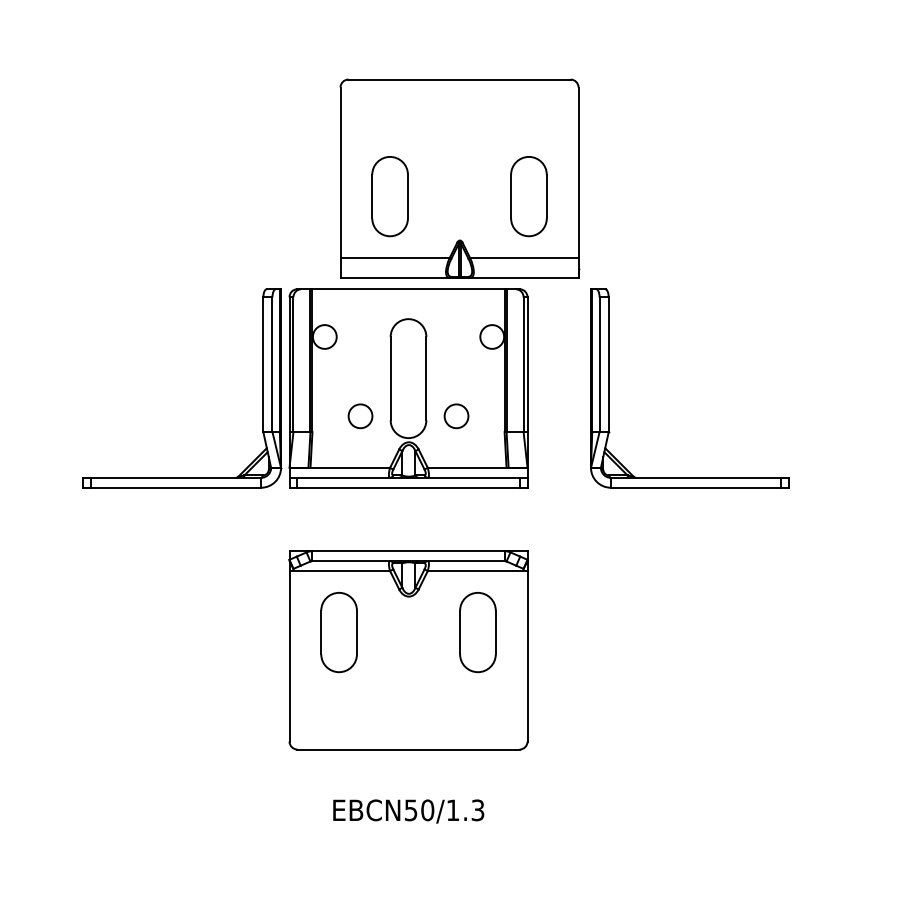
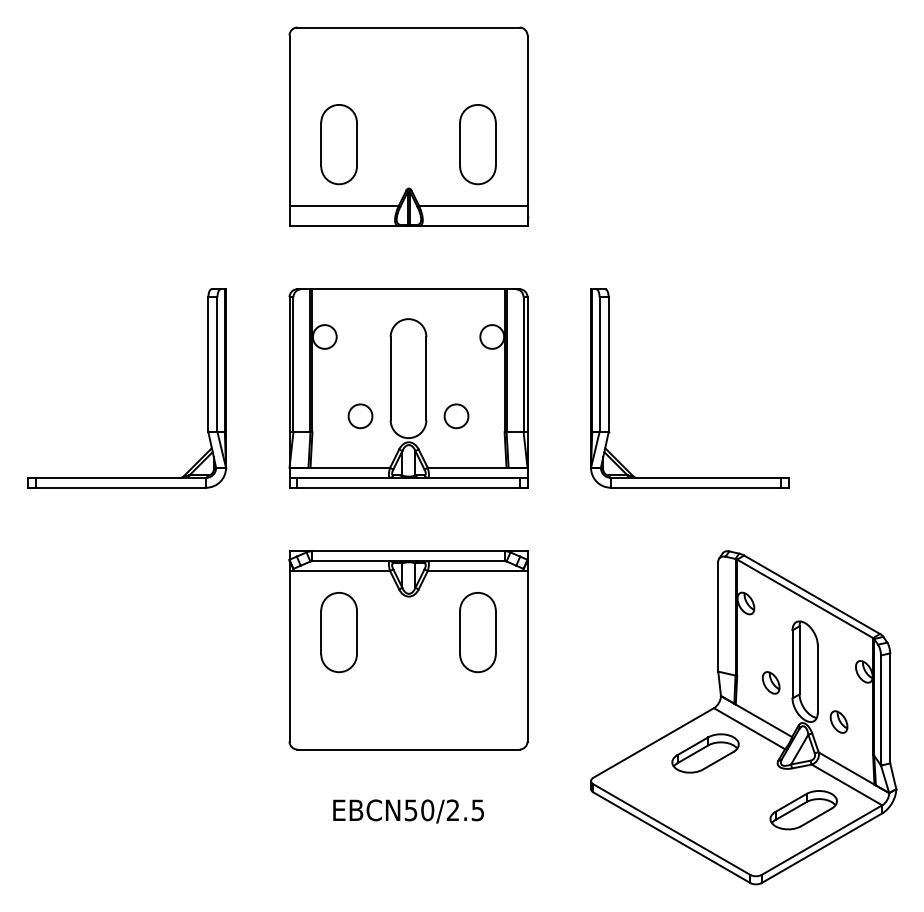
part at (459, 178) position: (459, 178) -> (408, 126)
part at (262, 388) position: (262, 388) -> (207, 388)
part at (743, 717): none -> present
text at (465, 809): EBCN50/1.3 -> EBCN50/2.5
